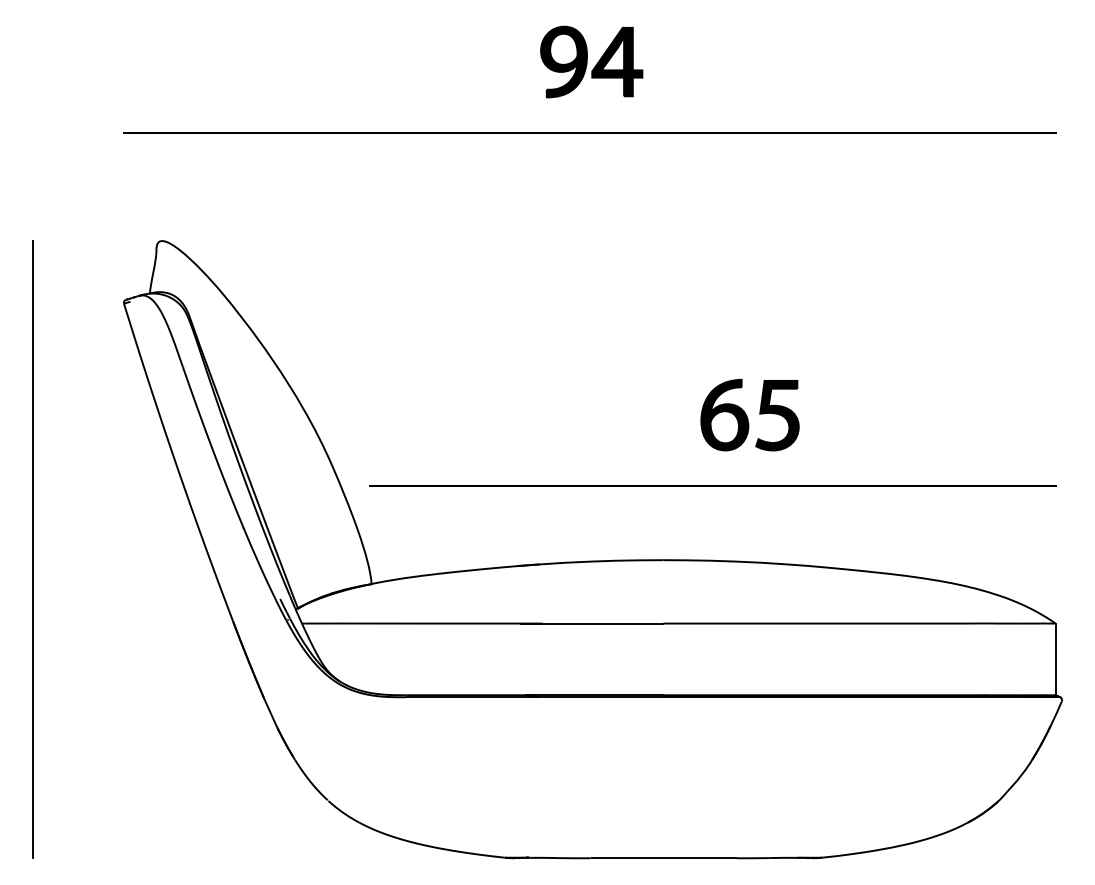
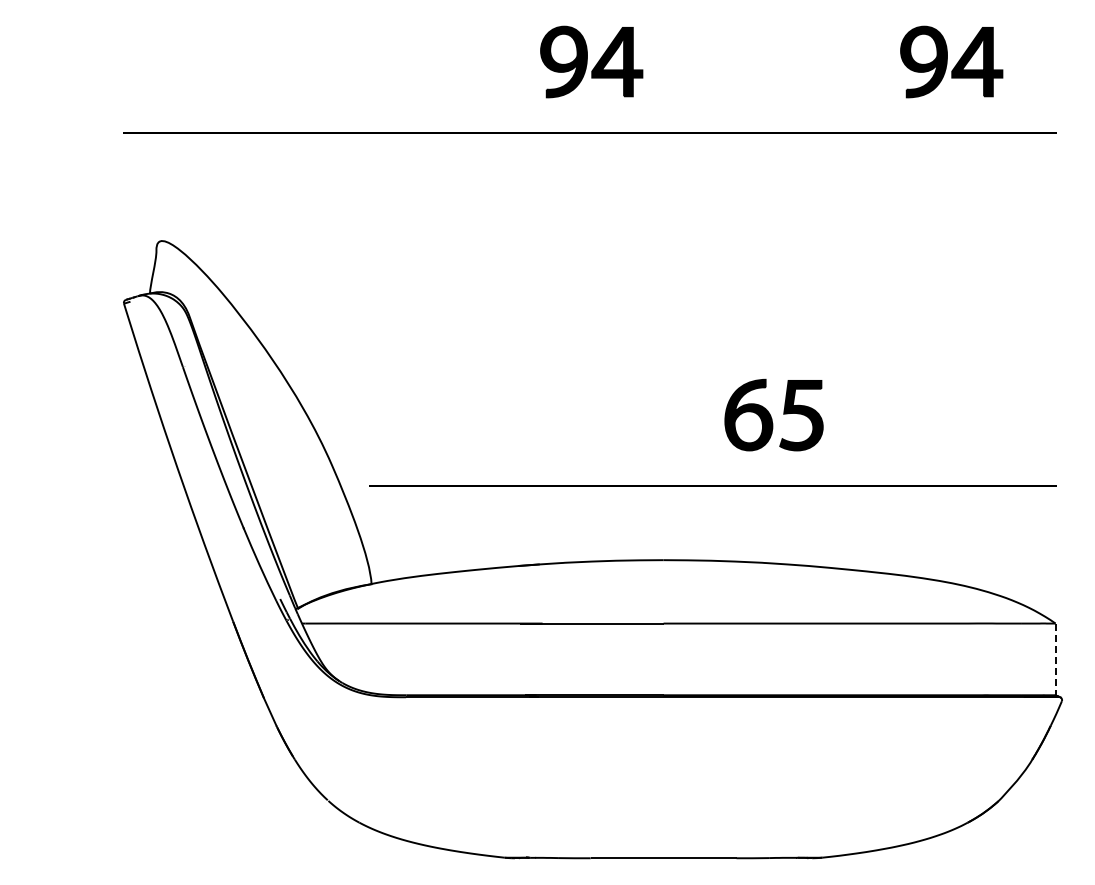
part at (951, 61): none -> present
part at (749, 414) position: (749, 414) -> (773, 414)
line at (32, 548): present -> none
line at (1055, 659): solid -> dashed
